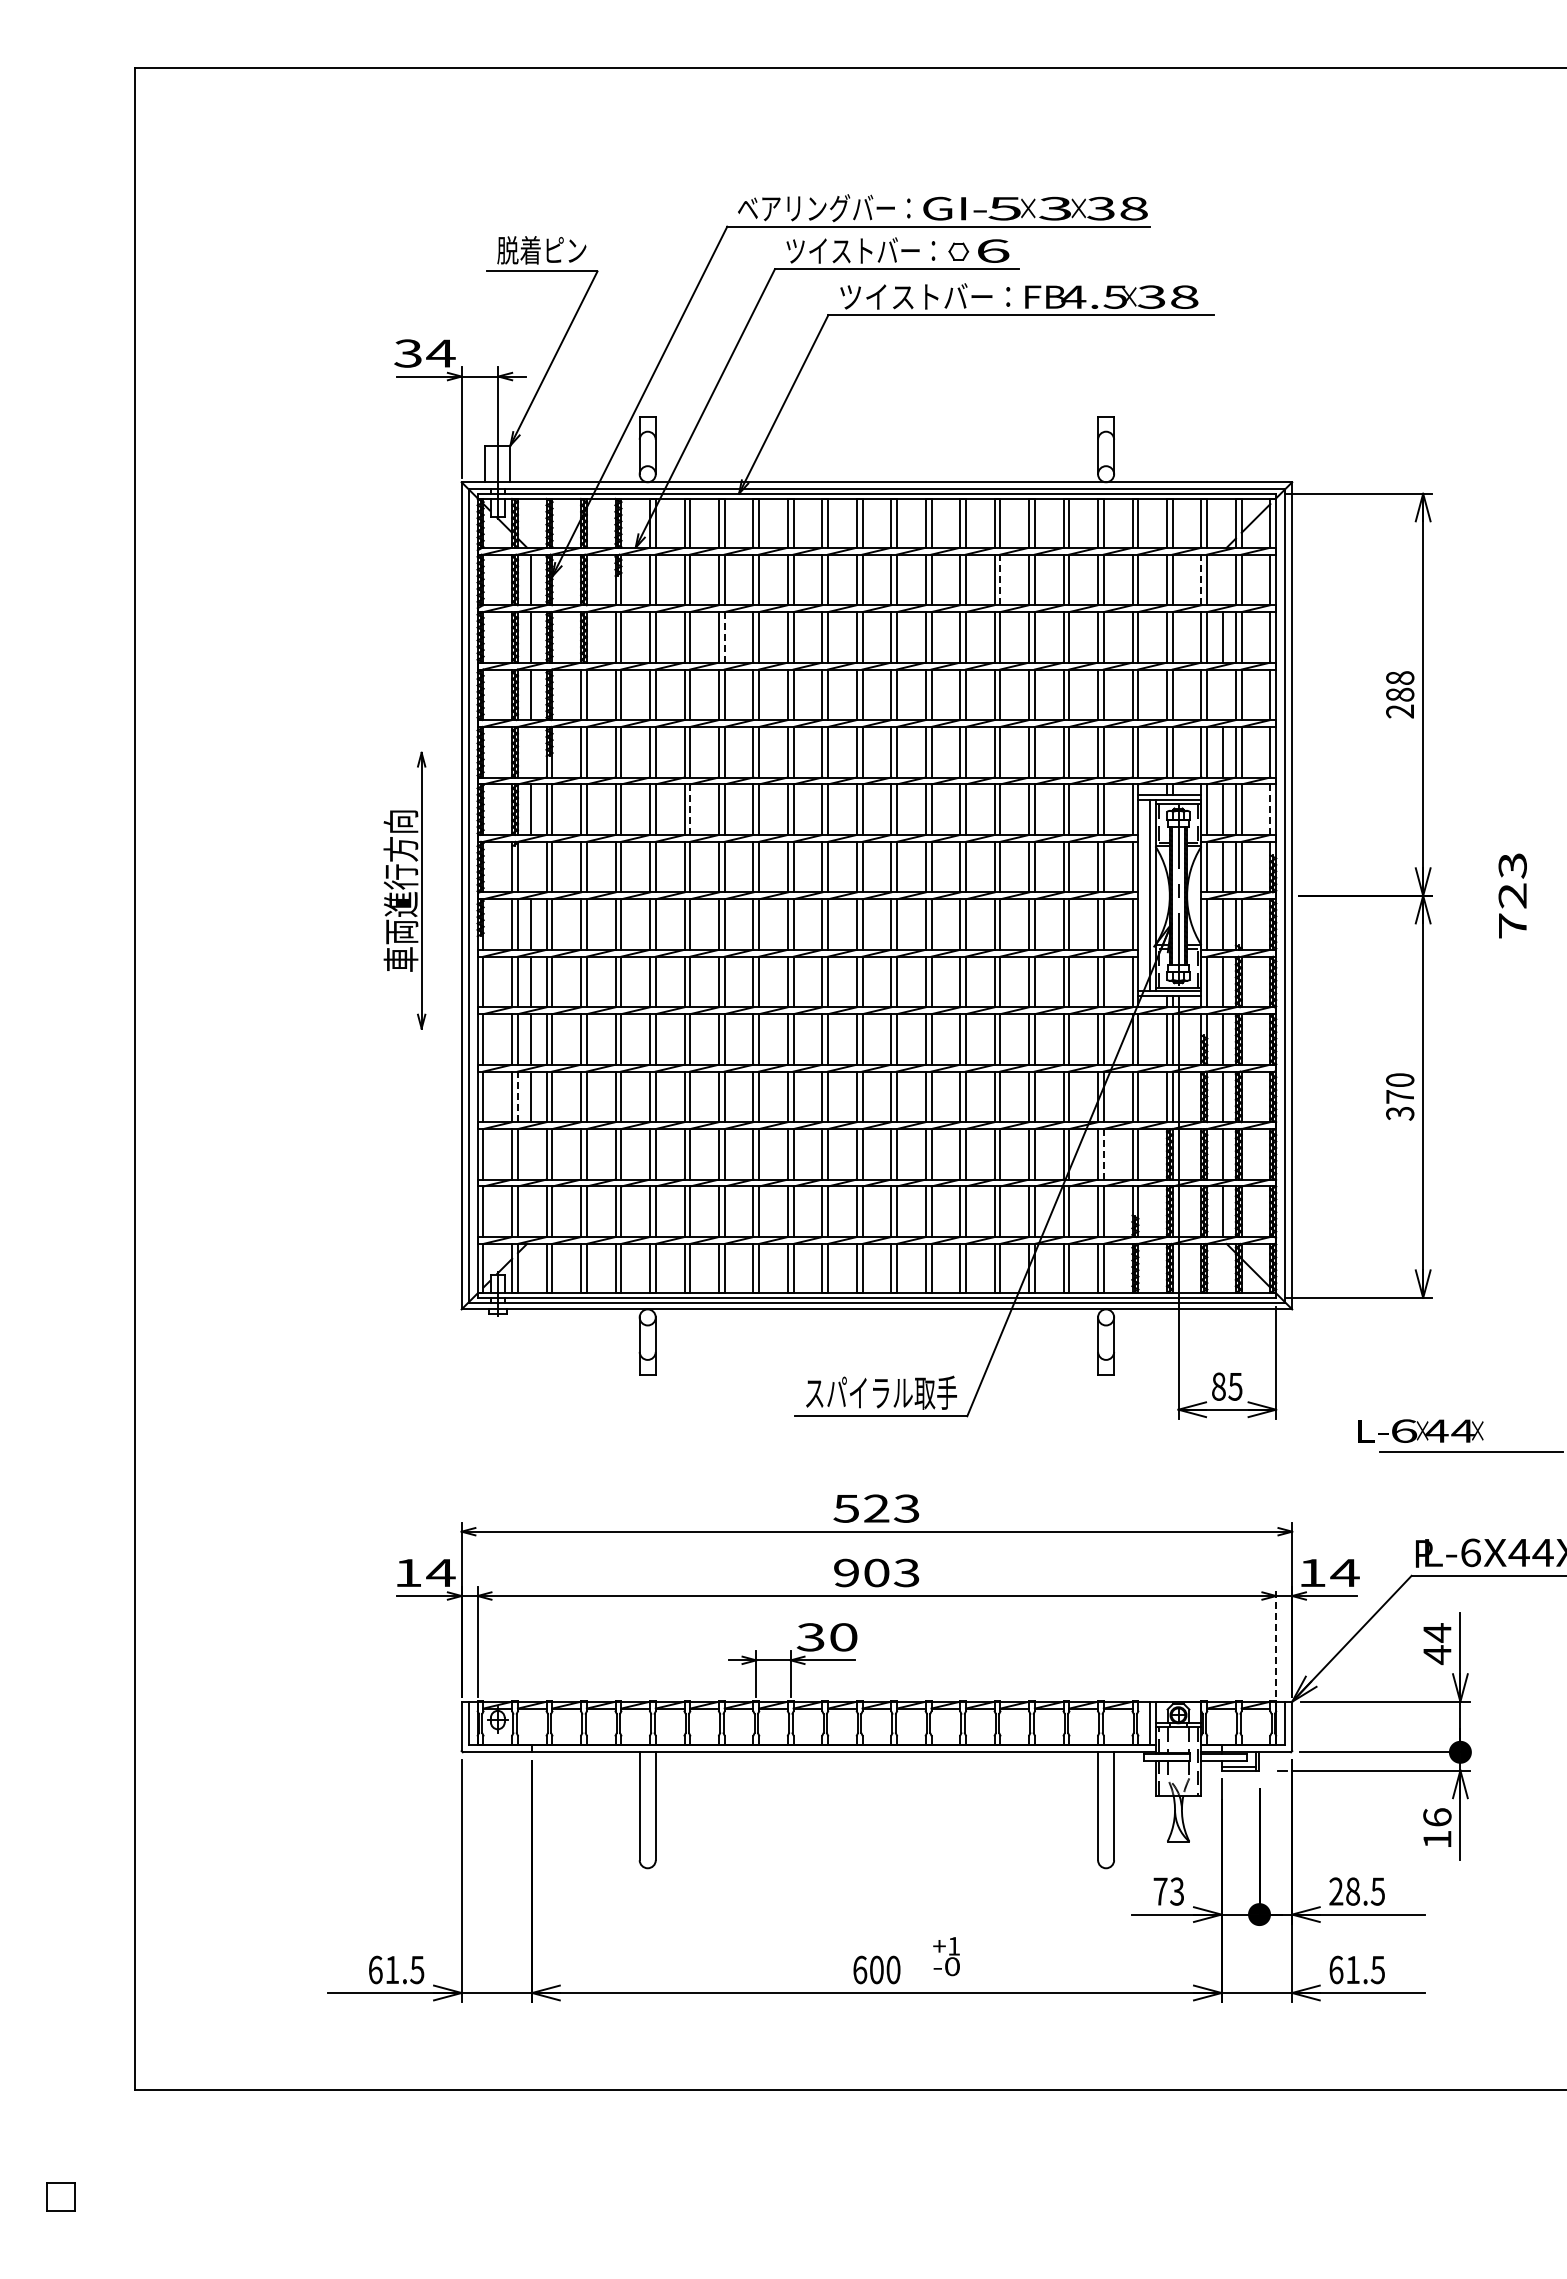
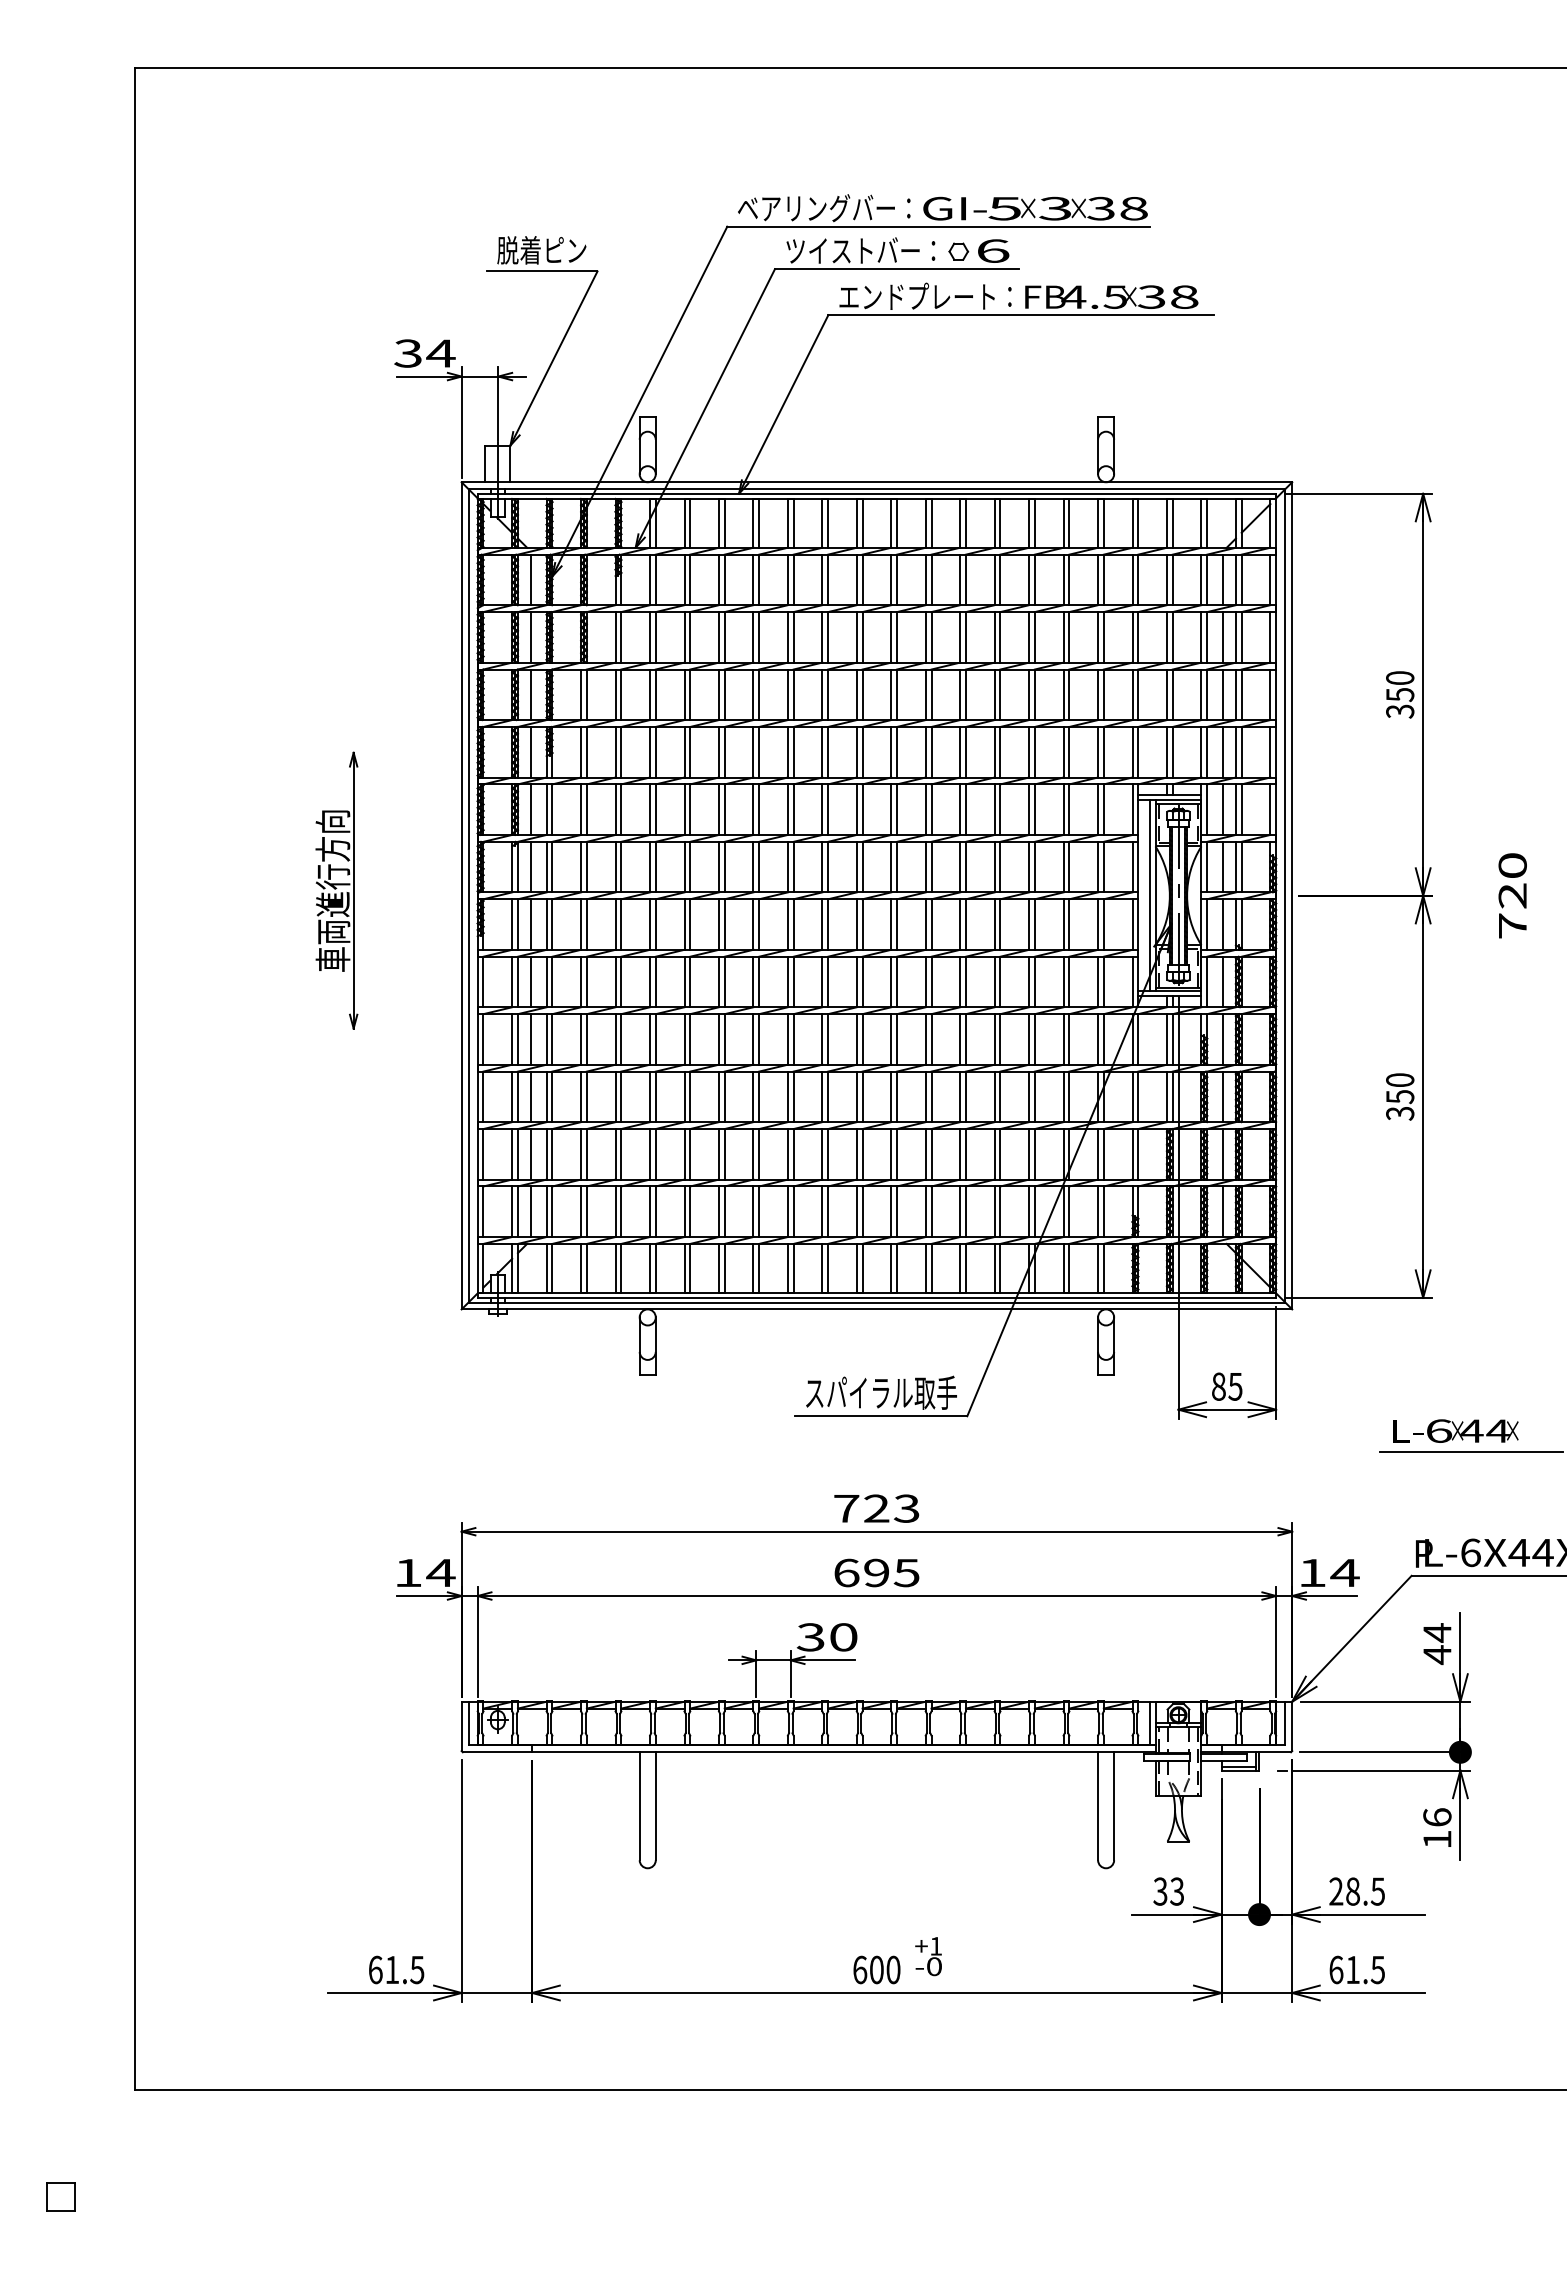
text at (925, 295): ツイストバー： -> エンドプレート：
line at (1000, 579): dashed -> solid
line at (1201, 579): dashed -> solid
line at (1223, 579): none -> present
line at (724, 636): dashed -> solid
line at (1223, 694): none -> present
text at (1400, 694): 288 -> 350
line at (530, 751): none -> present
line at (690, 809): dashed -> solid
line at (1270, 809): dashed -> solid
text at (1512, 865): 723 -> 720
line at (530, 866): none -> present
part at (404, 890) position: (404, 890) -> (336, 890)
line at (517, 1096): dashed -> solid
text at (1400, 1097): 370 -> 350
line at (1103, 1153): dashed -> solid
line at (530, 1154): none -> present
line at (530, 1211): none -> present
text at (1420, 1430) position: (1420, 1430) -> (1455, 1430)
text at (846, 1508): 523 -> 723
text at (876, 1572): 903 -> 695
line at (1276, 1641): dashed -> solid
text at (1160, 1891): 73 -> 33
text at (946, 1956) position: (946, 1956) -> (928, 1956)
